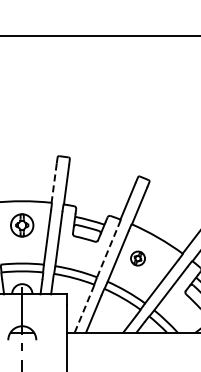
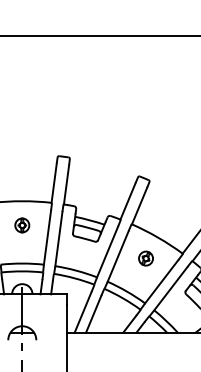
line at (54, 183): dashed -> solid
part at (22, 225) size: 25x25 px -> 17x17 px
line at (107, 251): dashed -> solid
part at (137, 258) position: (137, 258) -> (145, 258)
line at (83, 311): dashed -> solid
